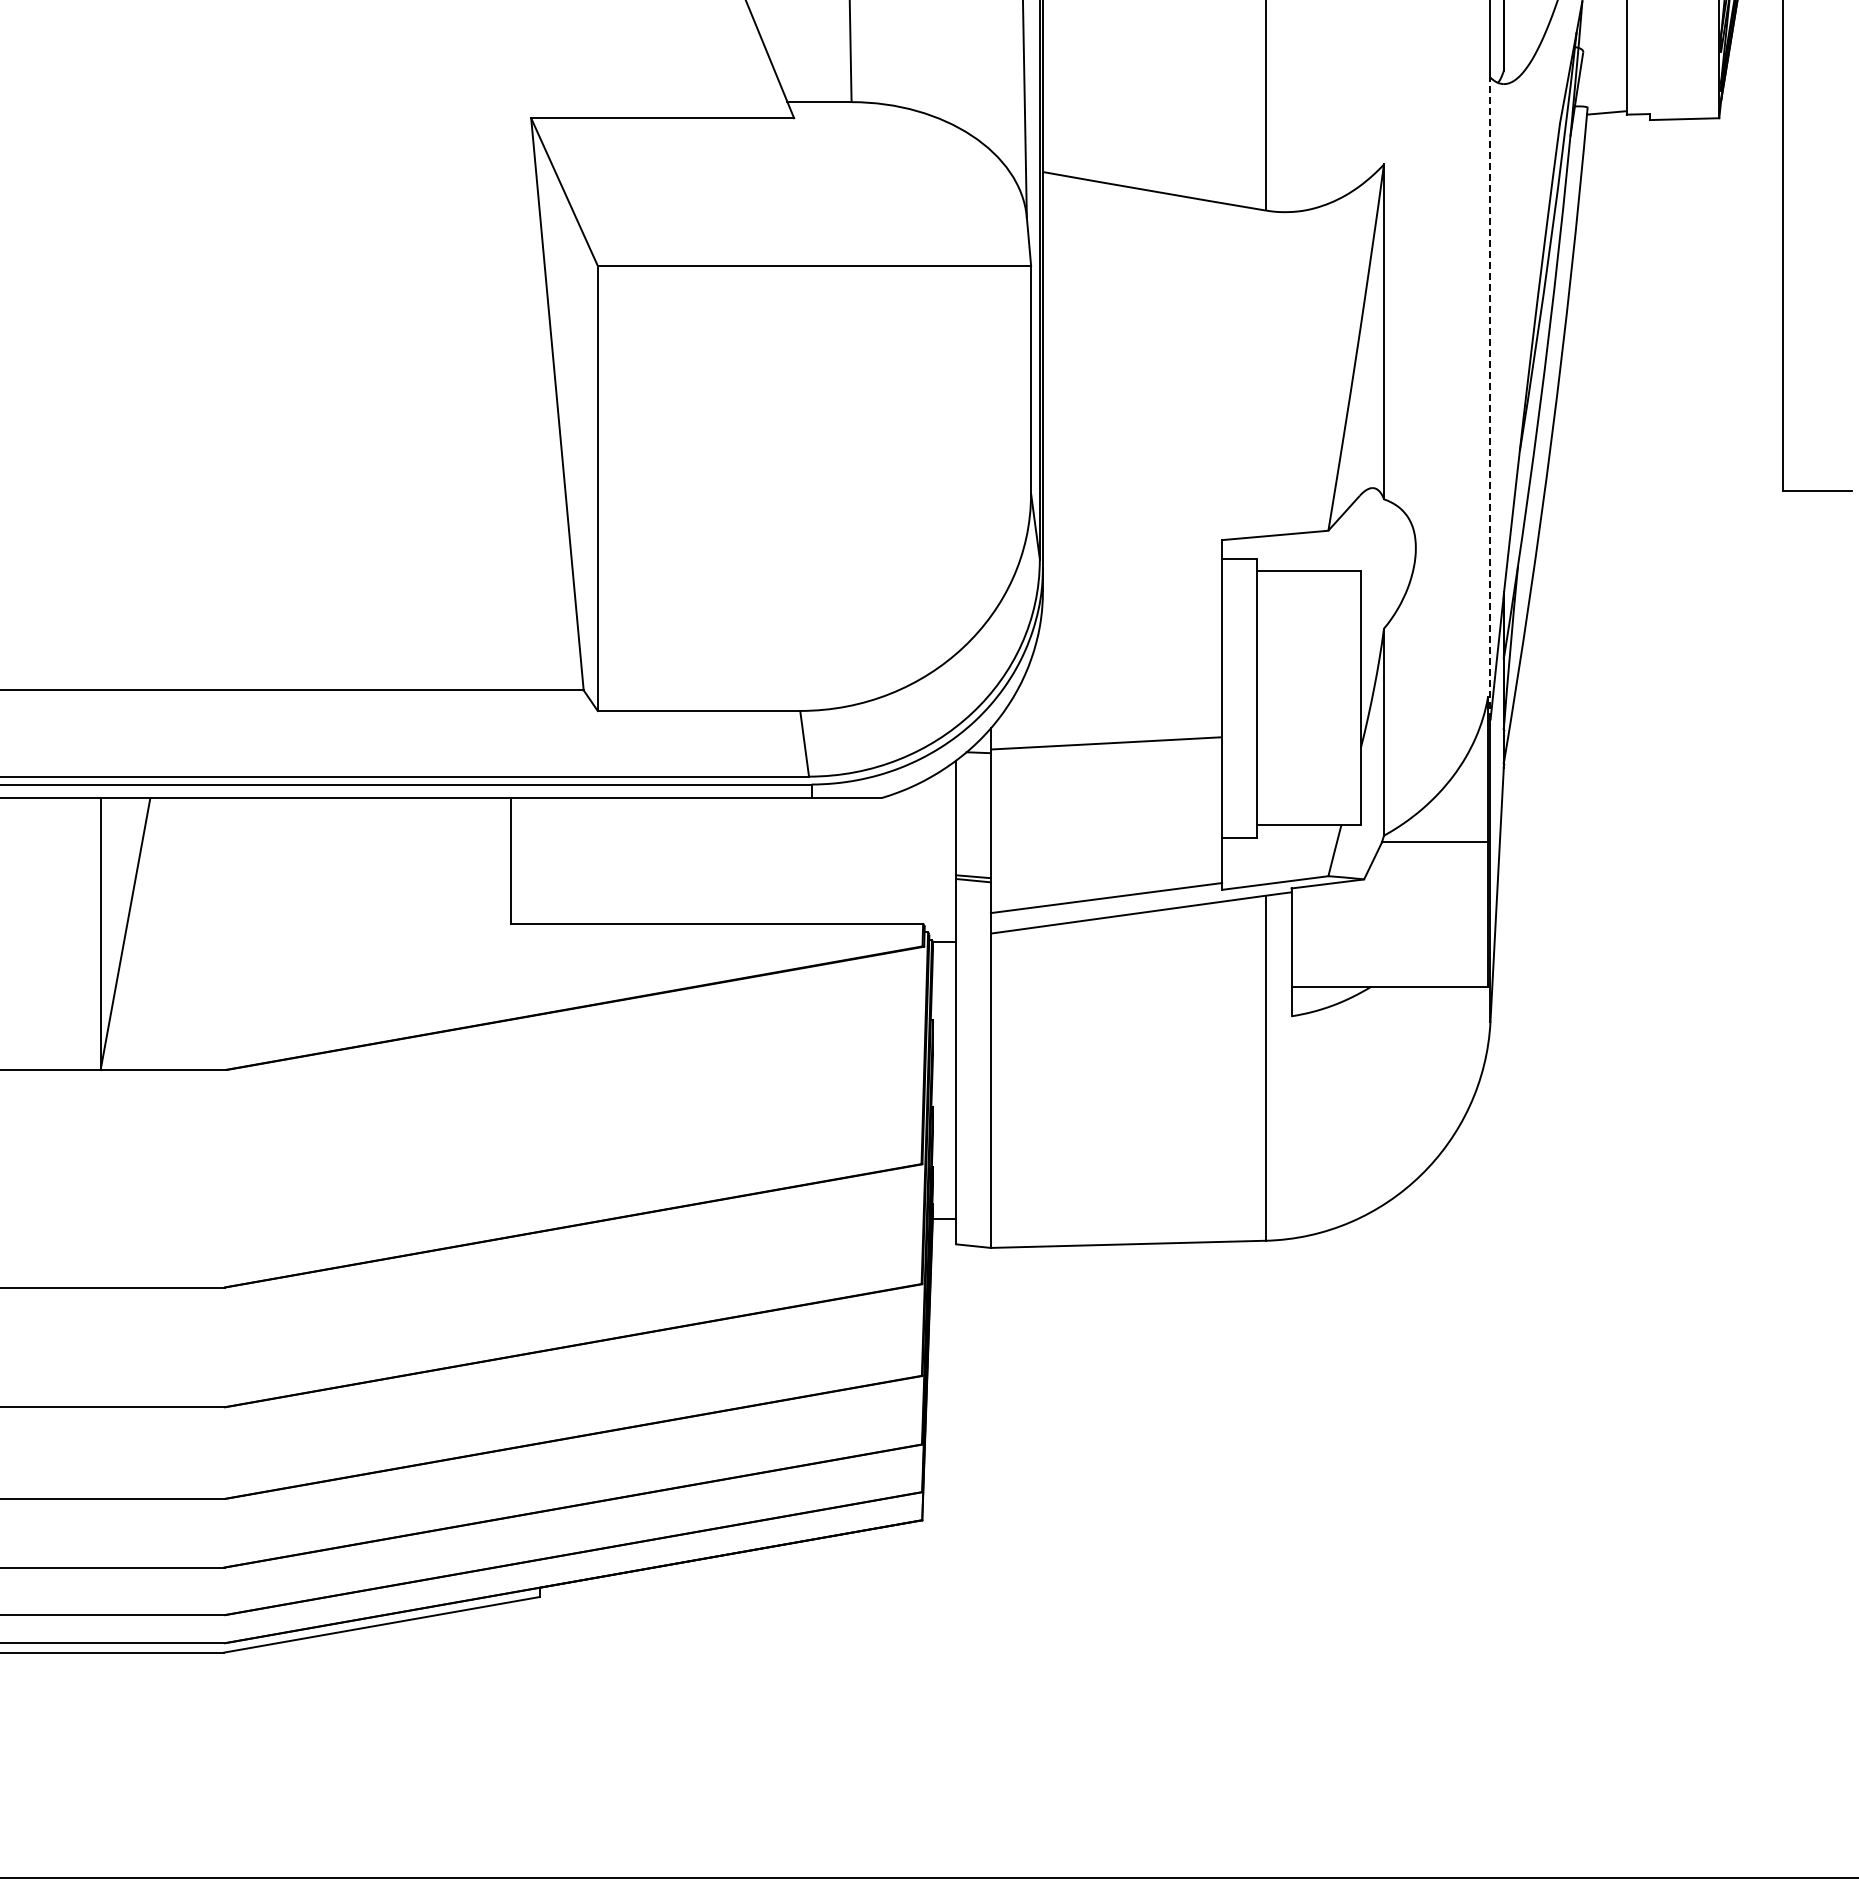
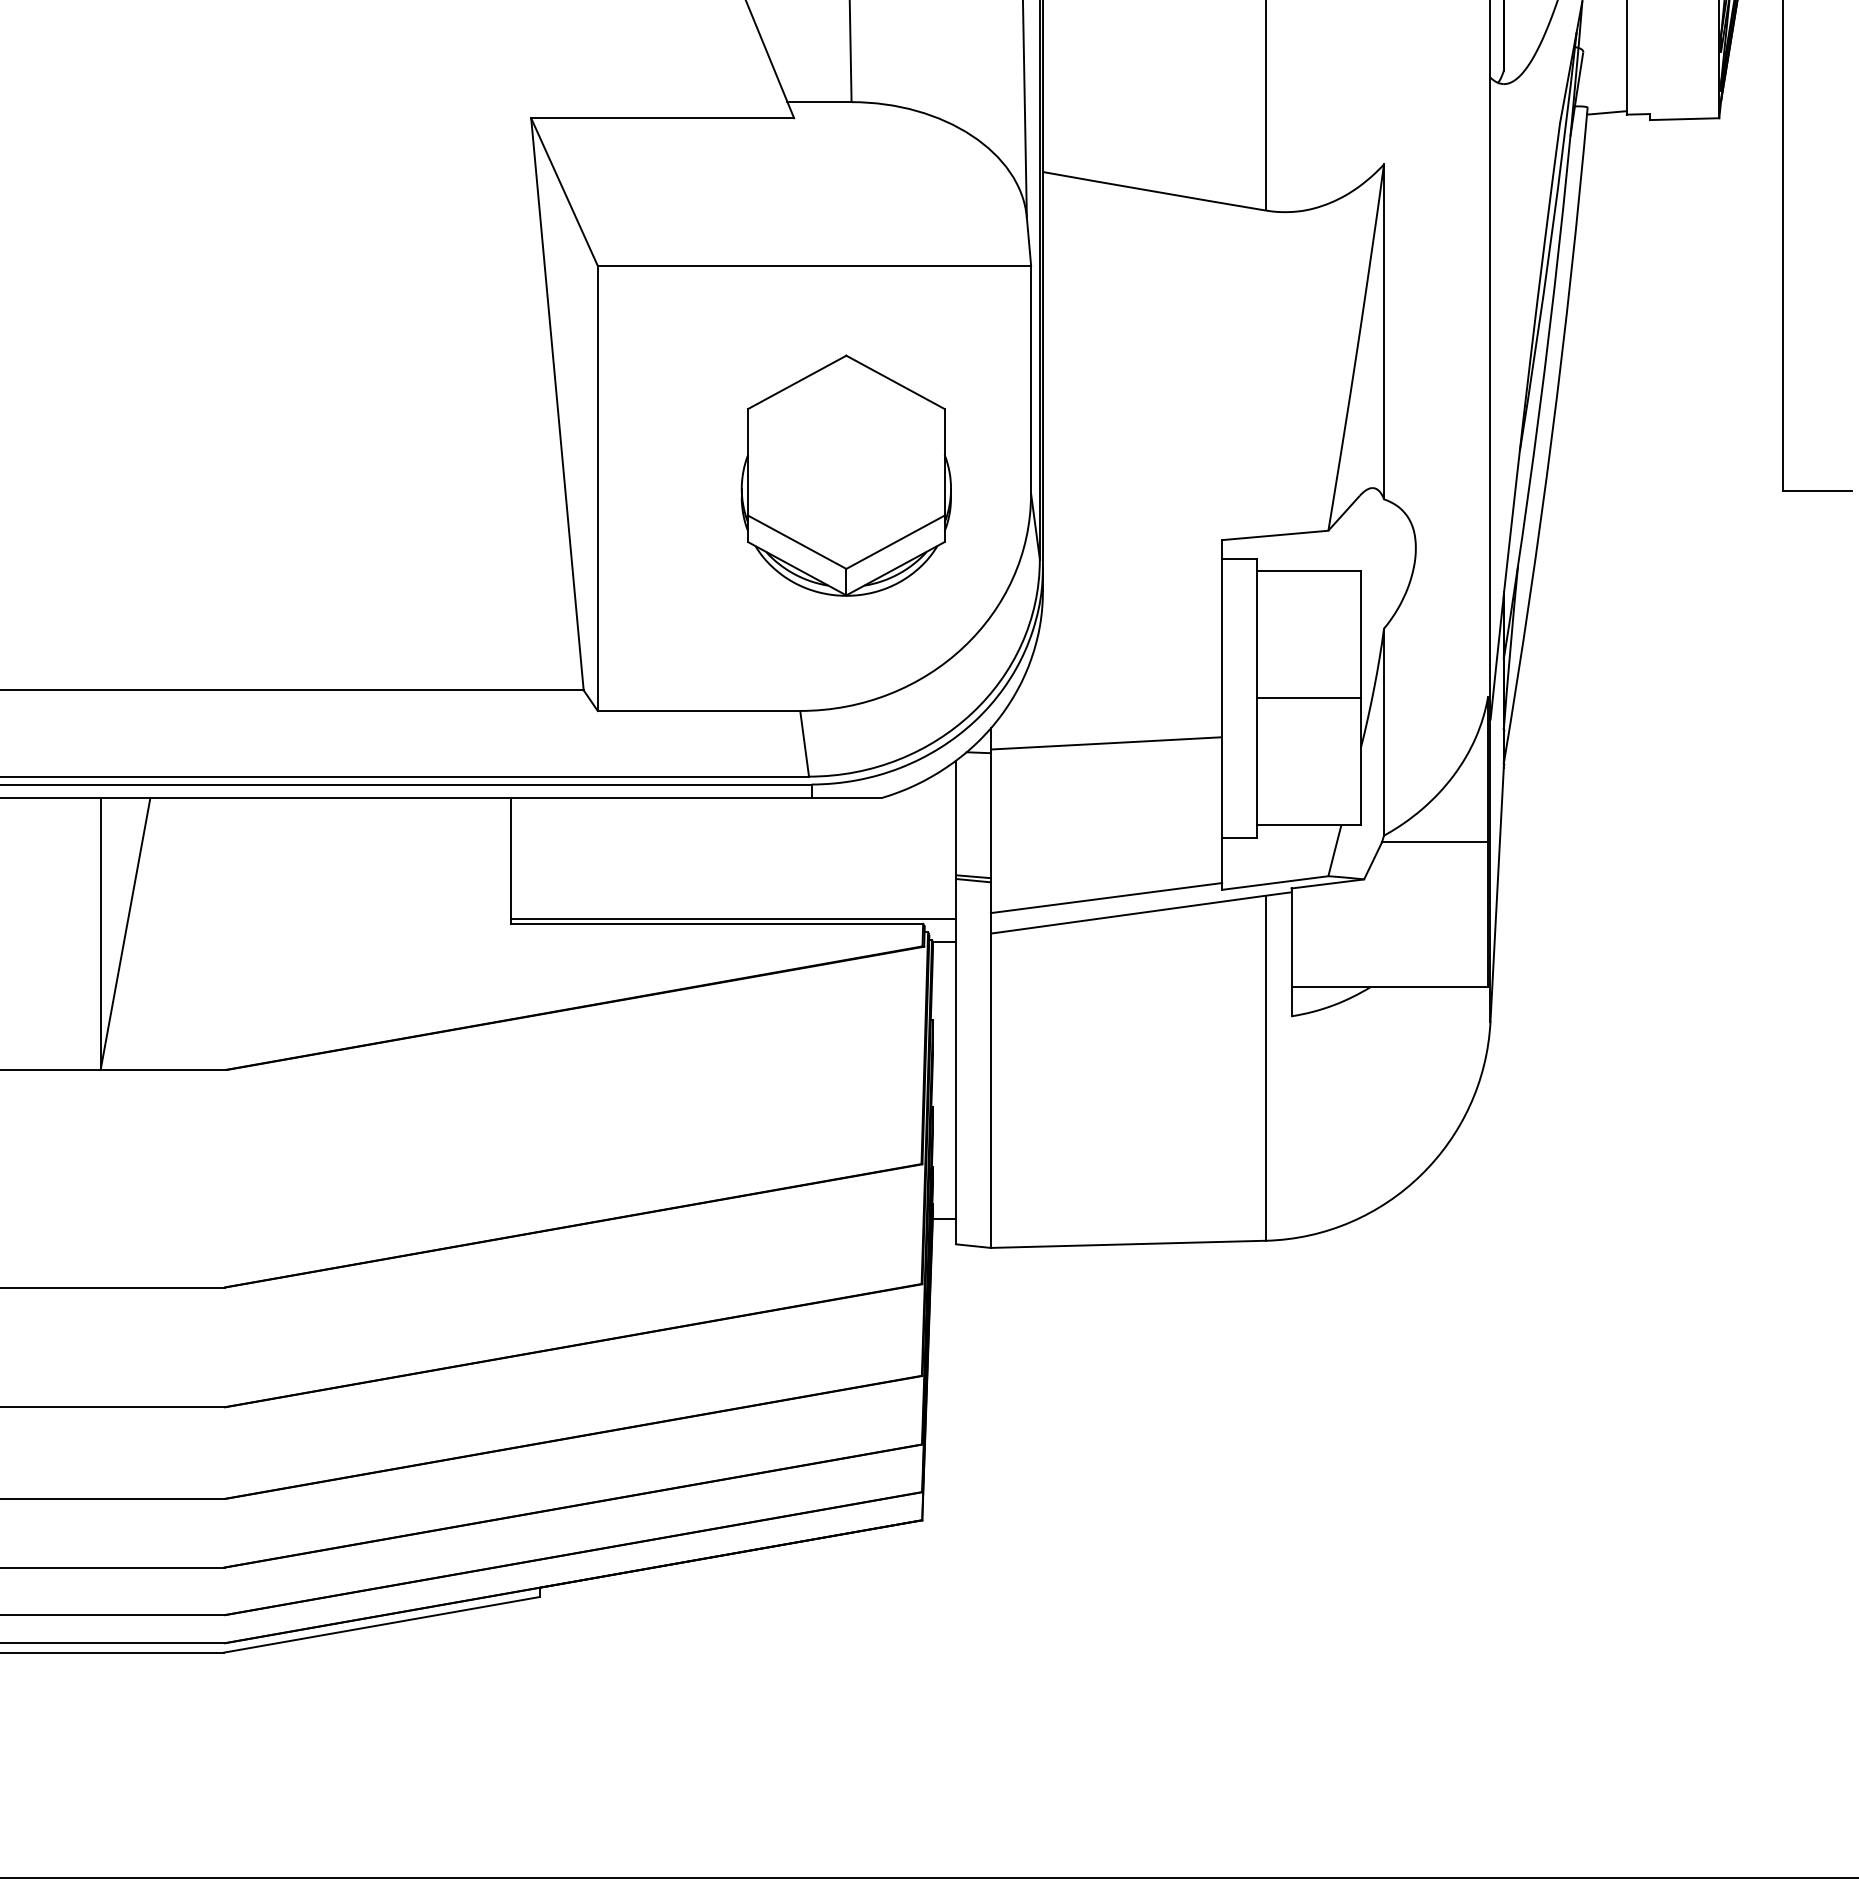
line at (1490, 398): dashed -> solid
part at (845, 475): none -> present
line at (1308, 698): none -> present
line at (733, 919): none -> present
